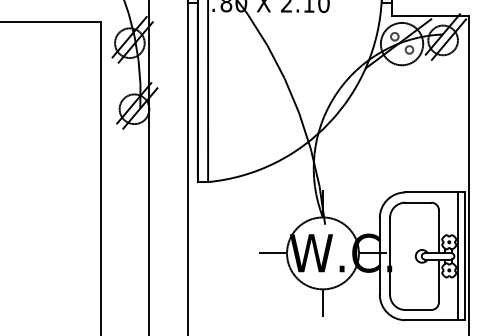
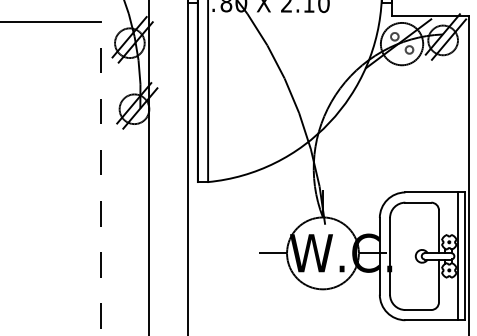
line at (101, 178): solid -> dashed
line at (322, 303): present -> none
